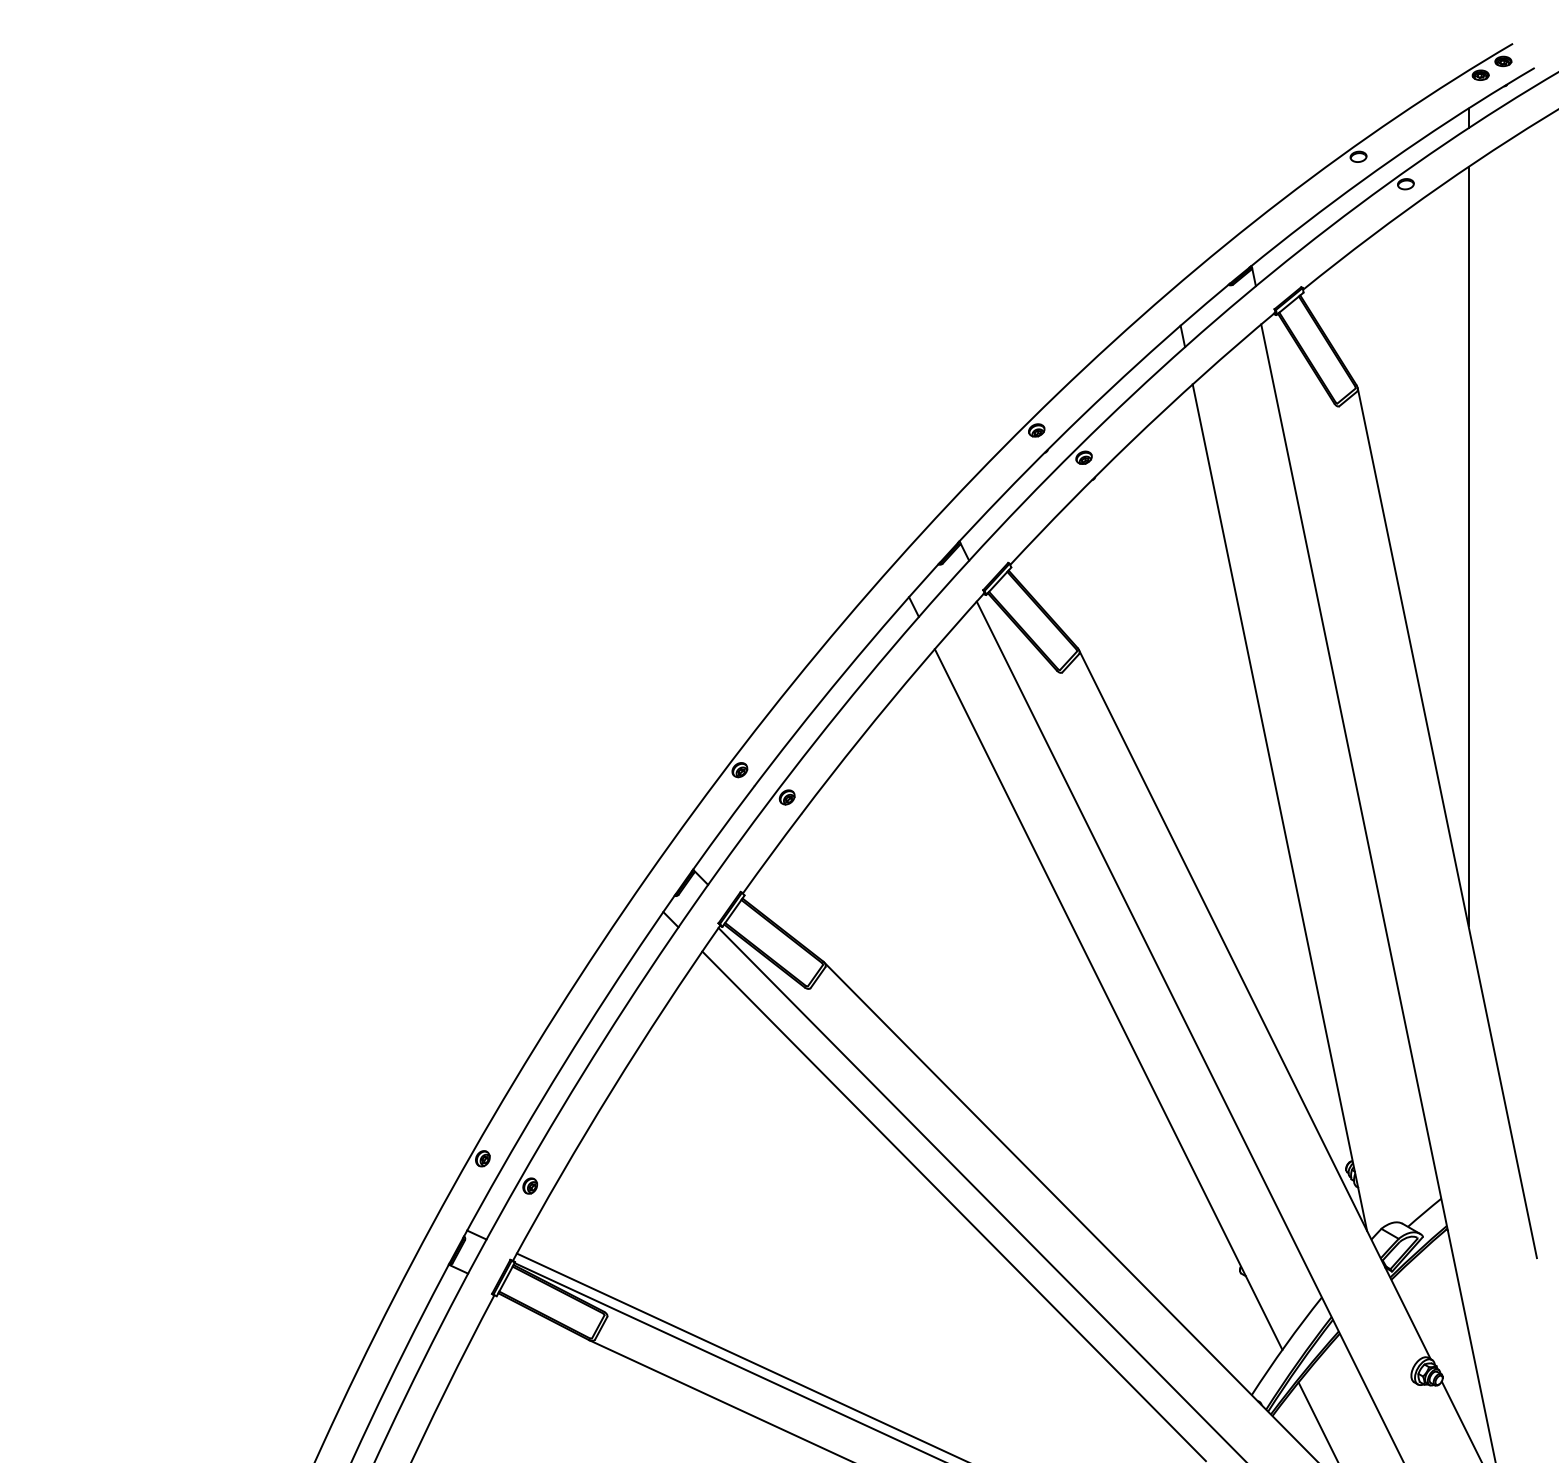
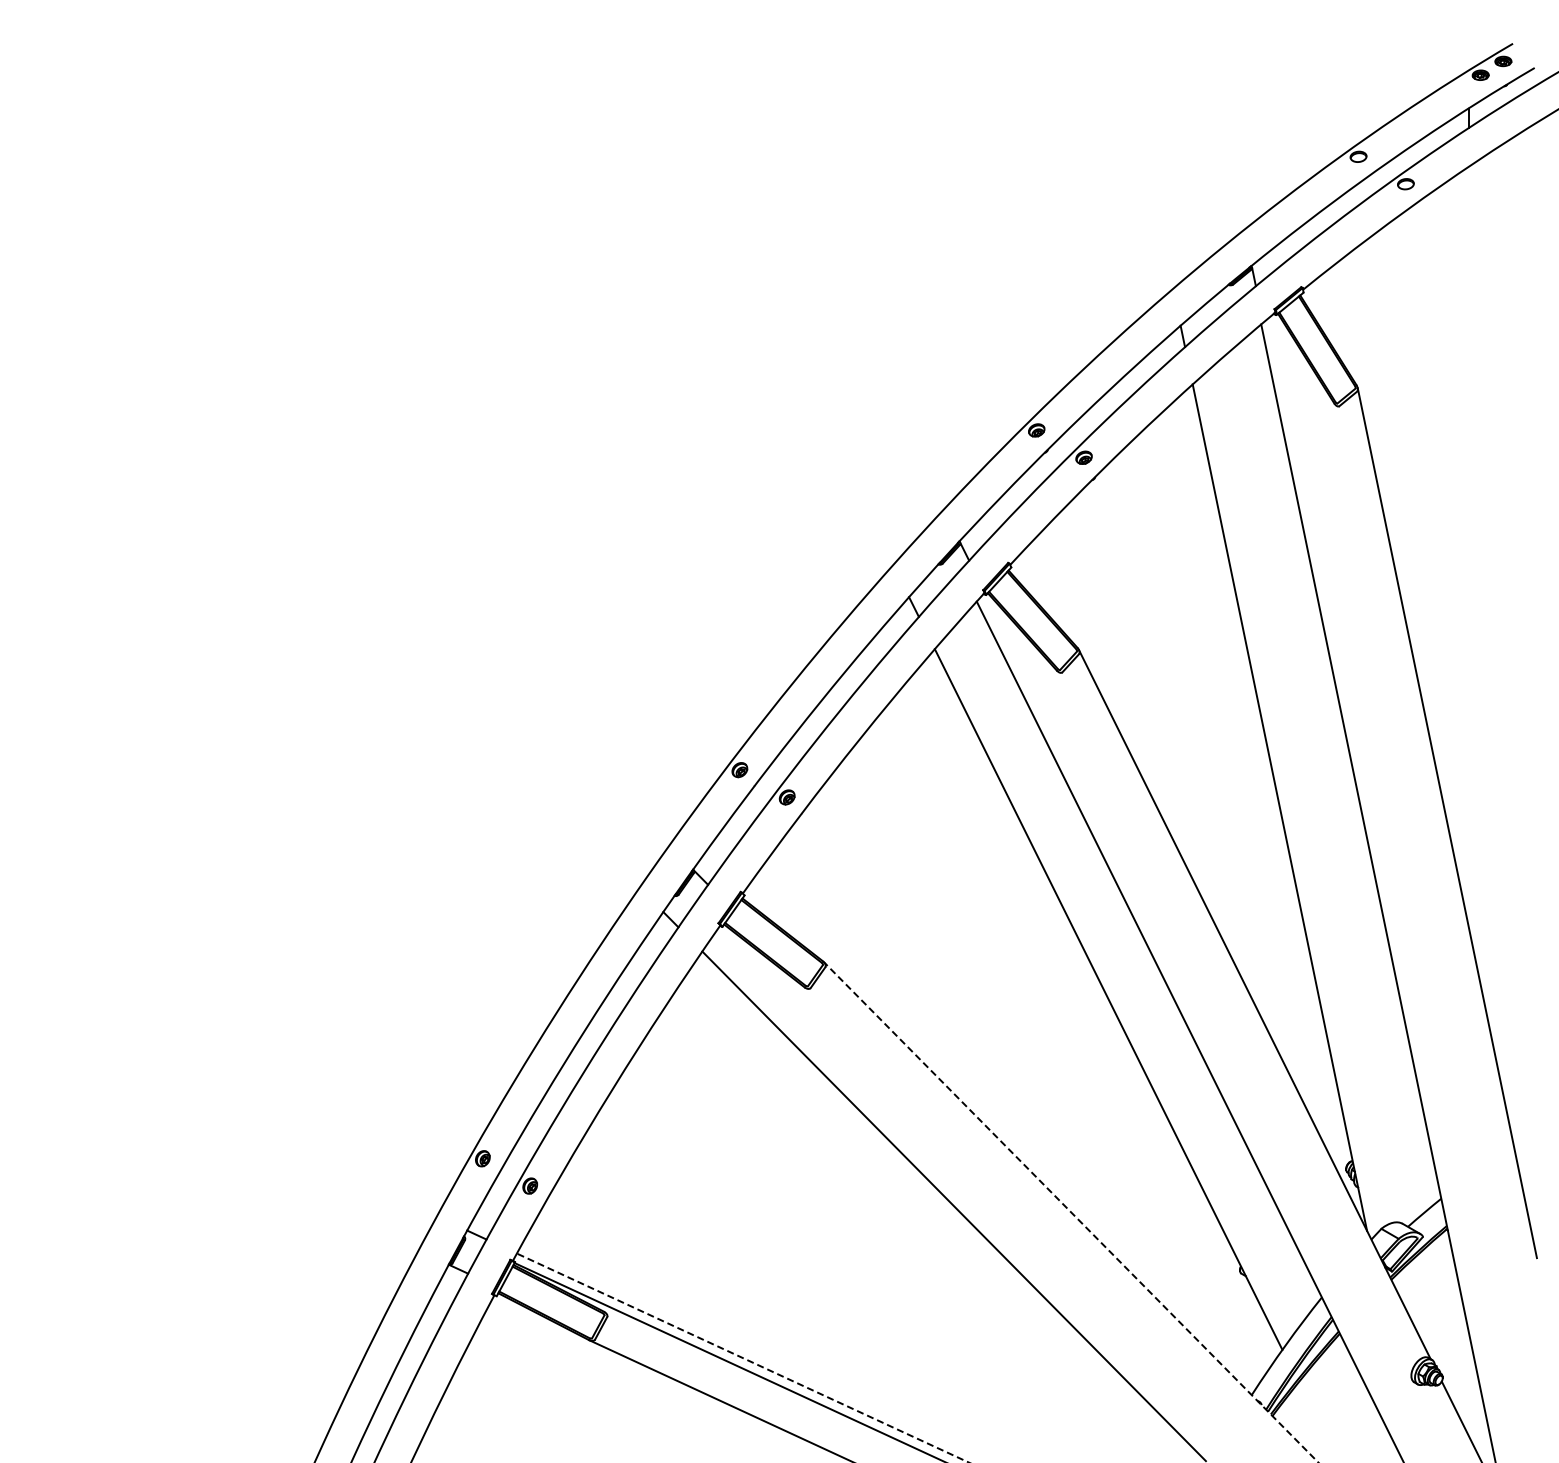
line at (1468, 546): present -> none
line at (980, 1193): present -> none
line at (1071, 1212): solid -> dashed
line at (742, 1358): solid -> dashed
line at (1317, 1420): present -> none
